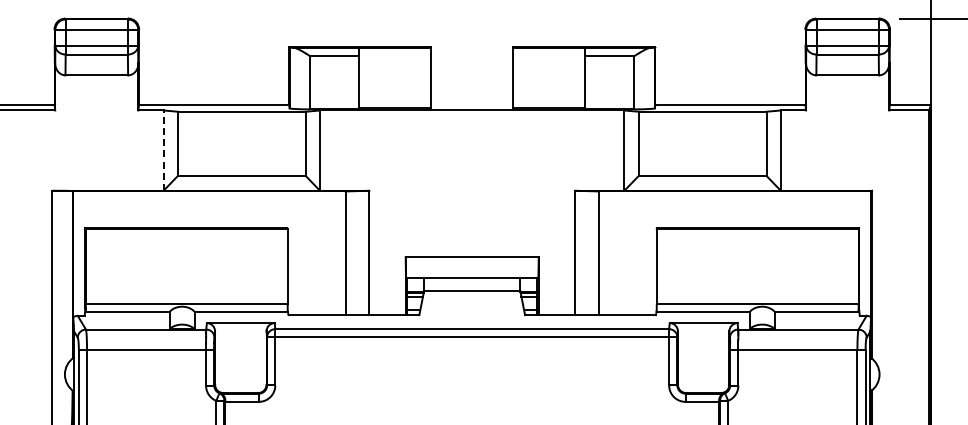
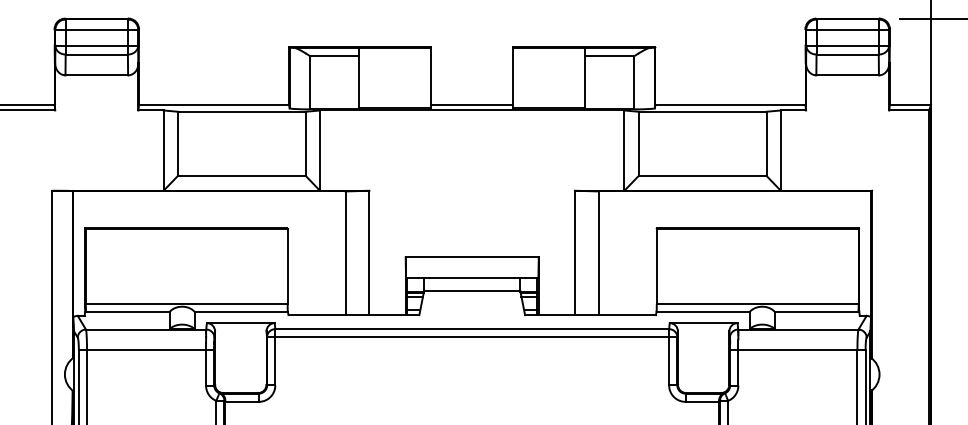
line at (472, 105): none -> present
line at (163, 150): dashed -> solid
